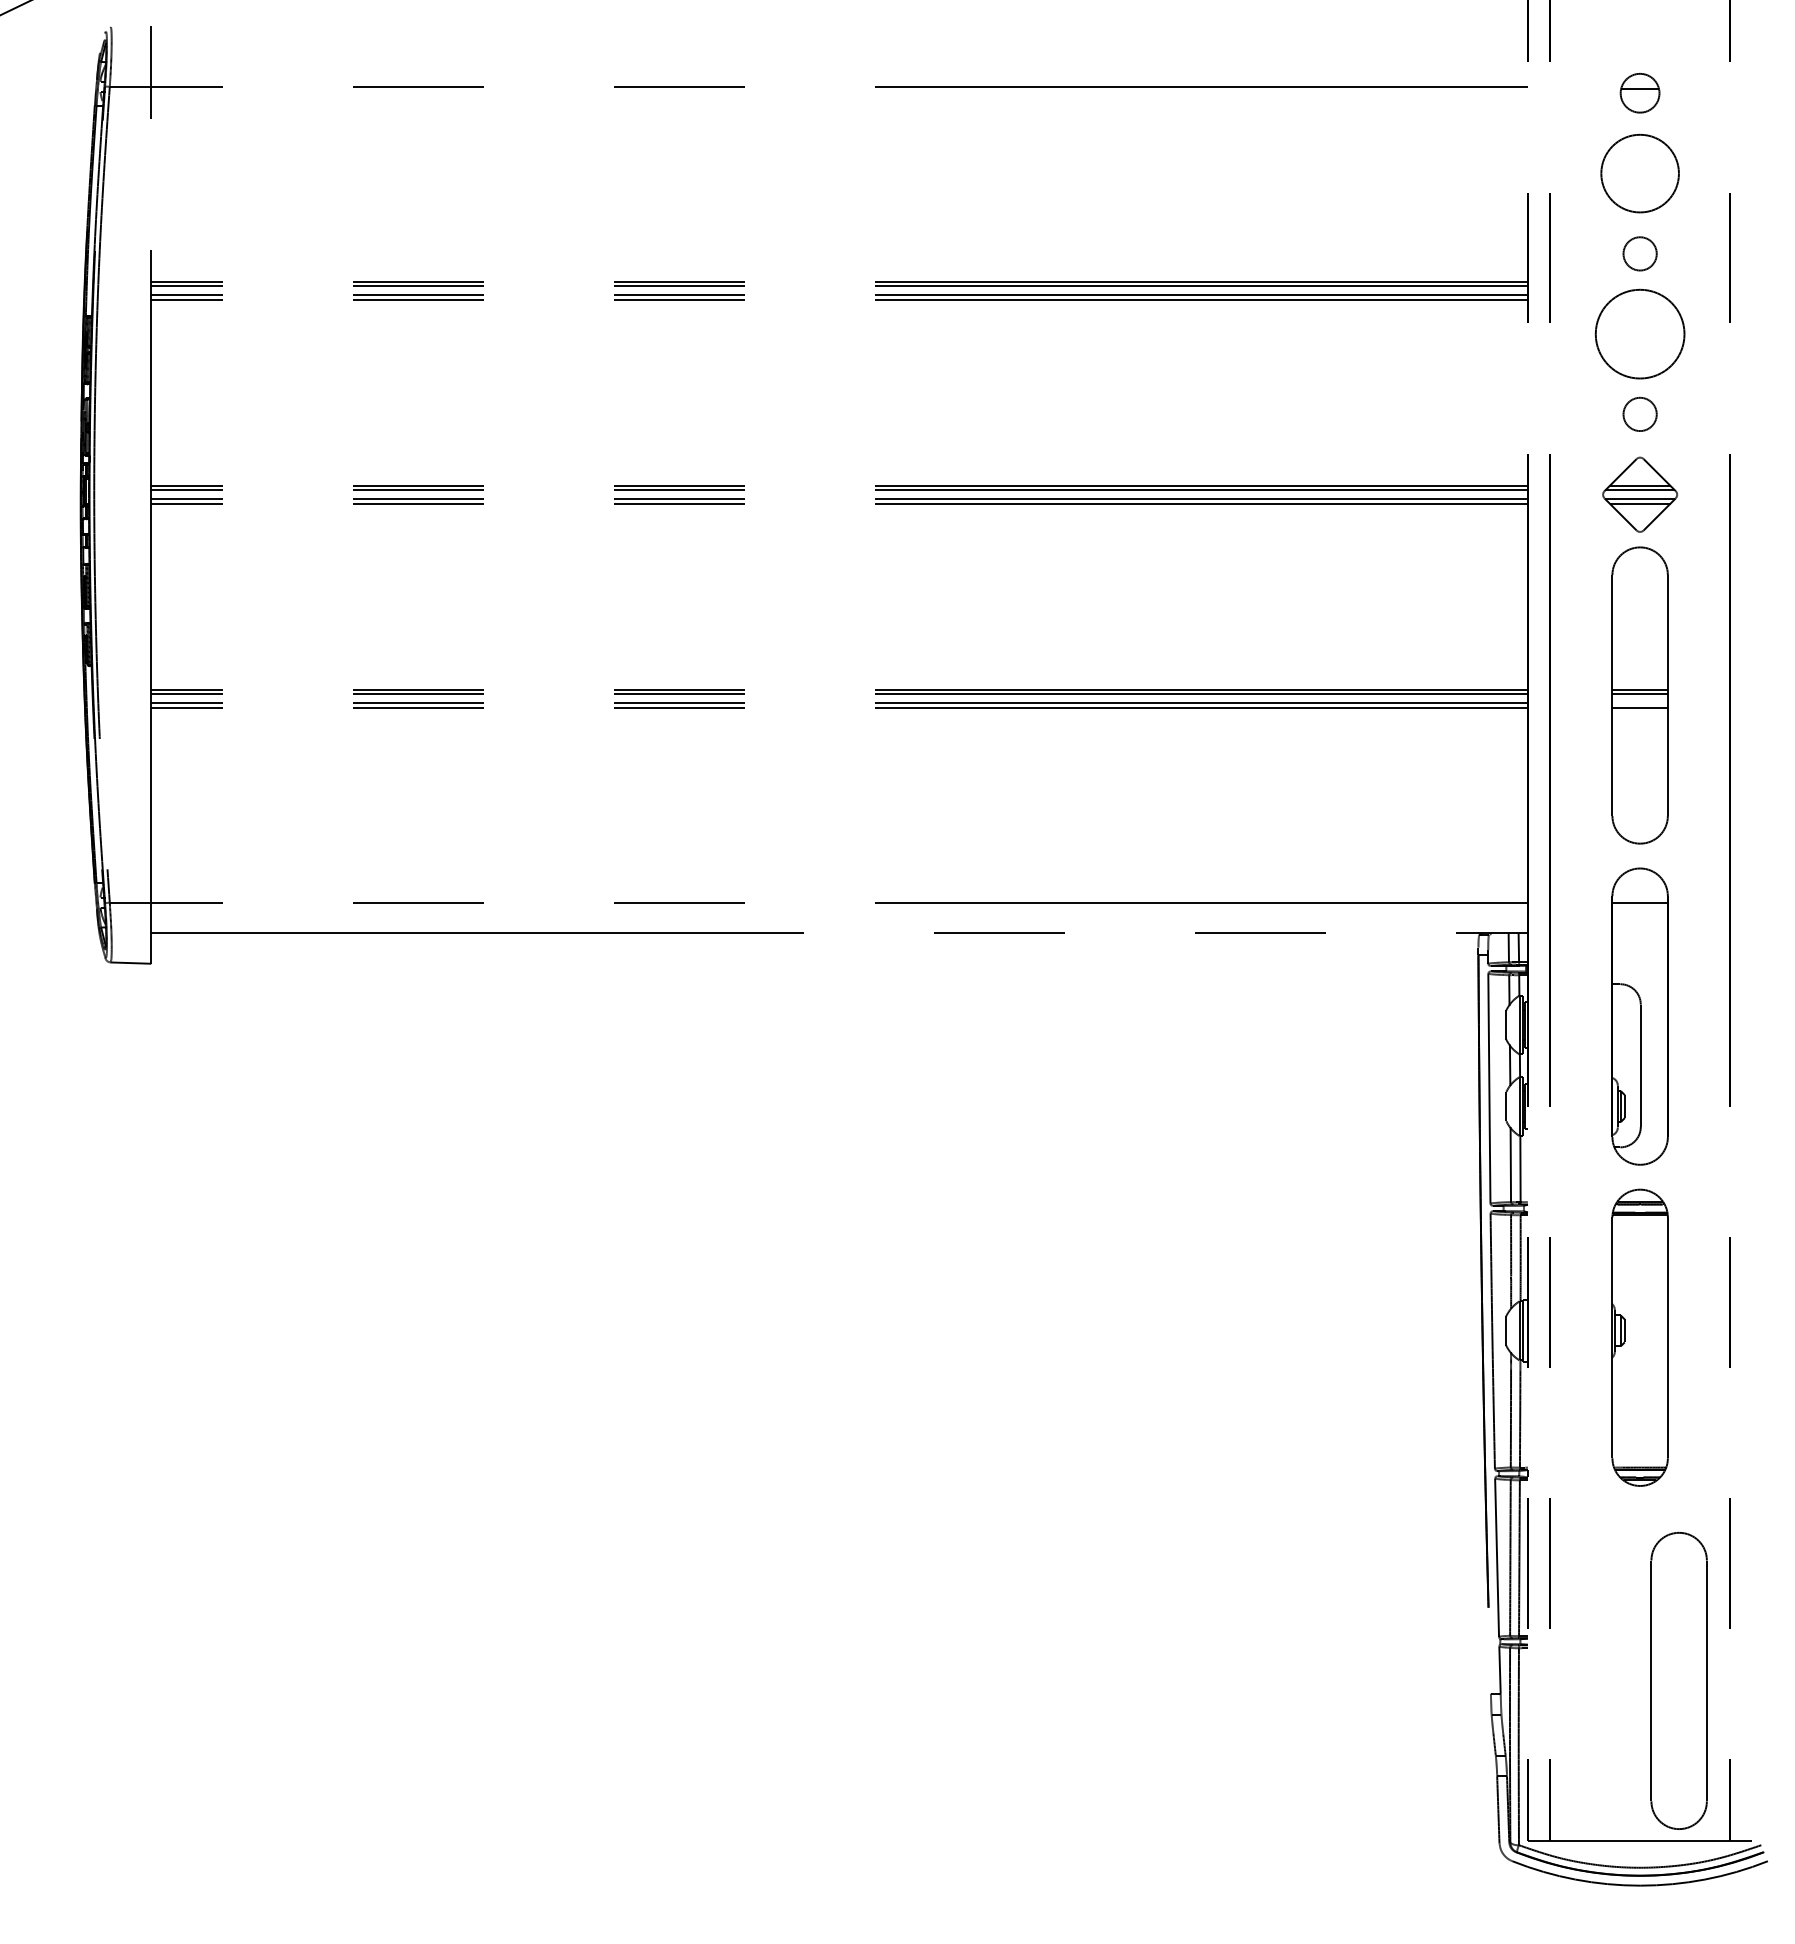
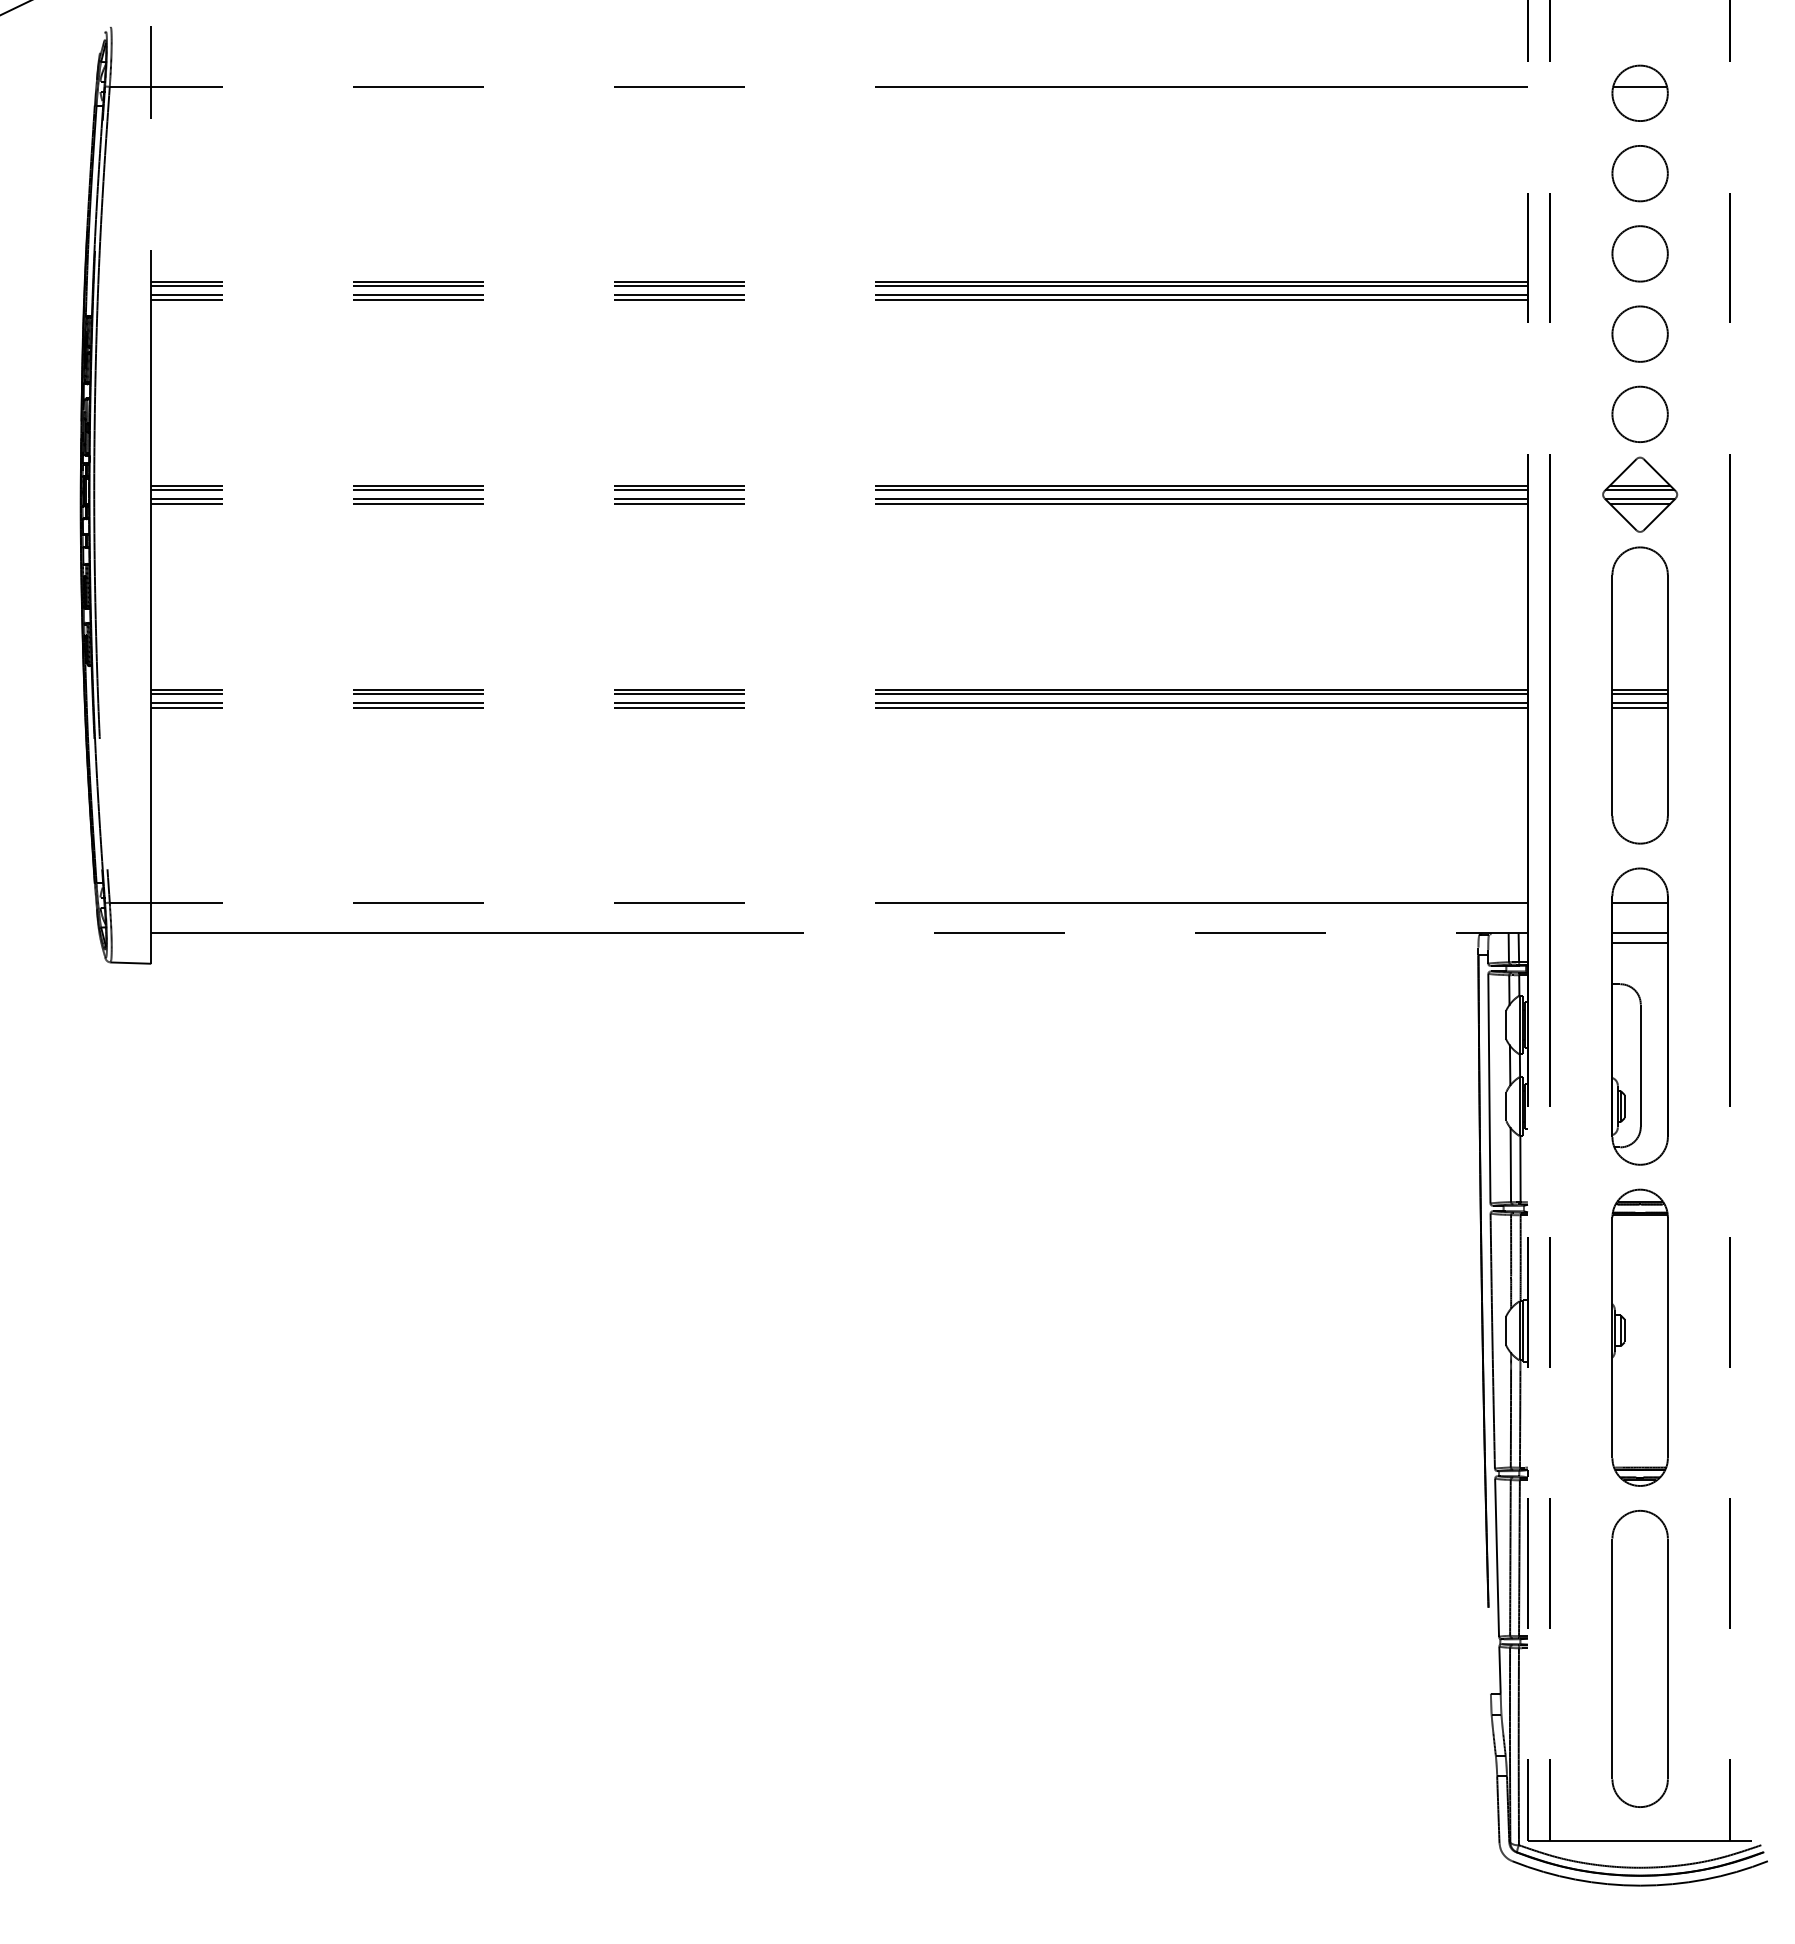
part at (1639, 93) size: 42x41 px -> 58x58 px
circle at (1639, 173) diameter: 78 px -> 55 px
circle at (1639, 253) diameter: 33 px -> 55 px
circle at (1639, 333) diameter: 89 px -> 55 px
circle at (1639, 414) diameter: 33 px -> 55 px
line at (1639, 703): none -> present
line at (1639, 933): none -> present
line at (1639, 943): none -> present
part at (1678, 1680) position: (1678, 1680) -> (1639, 1658)
